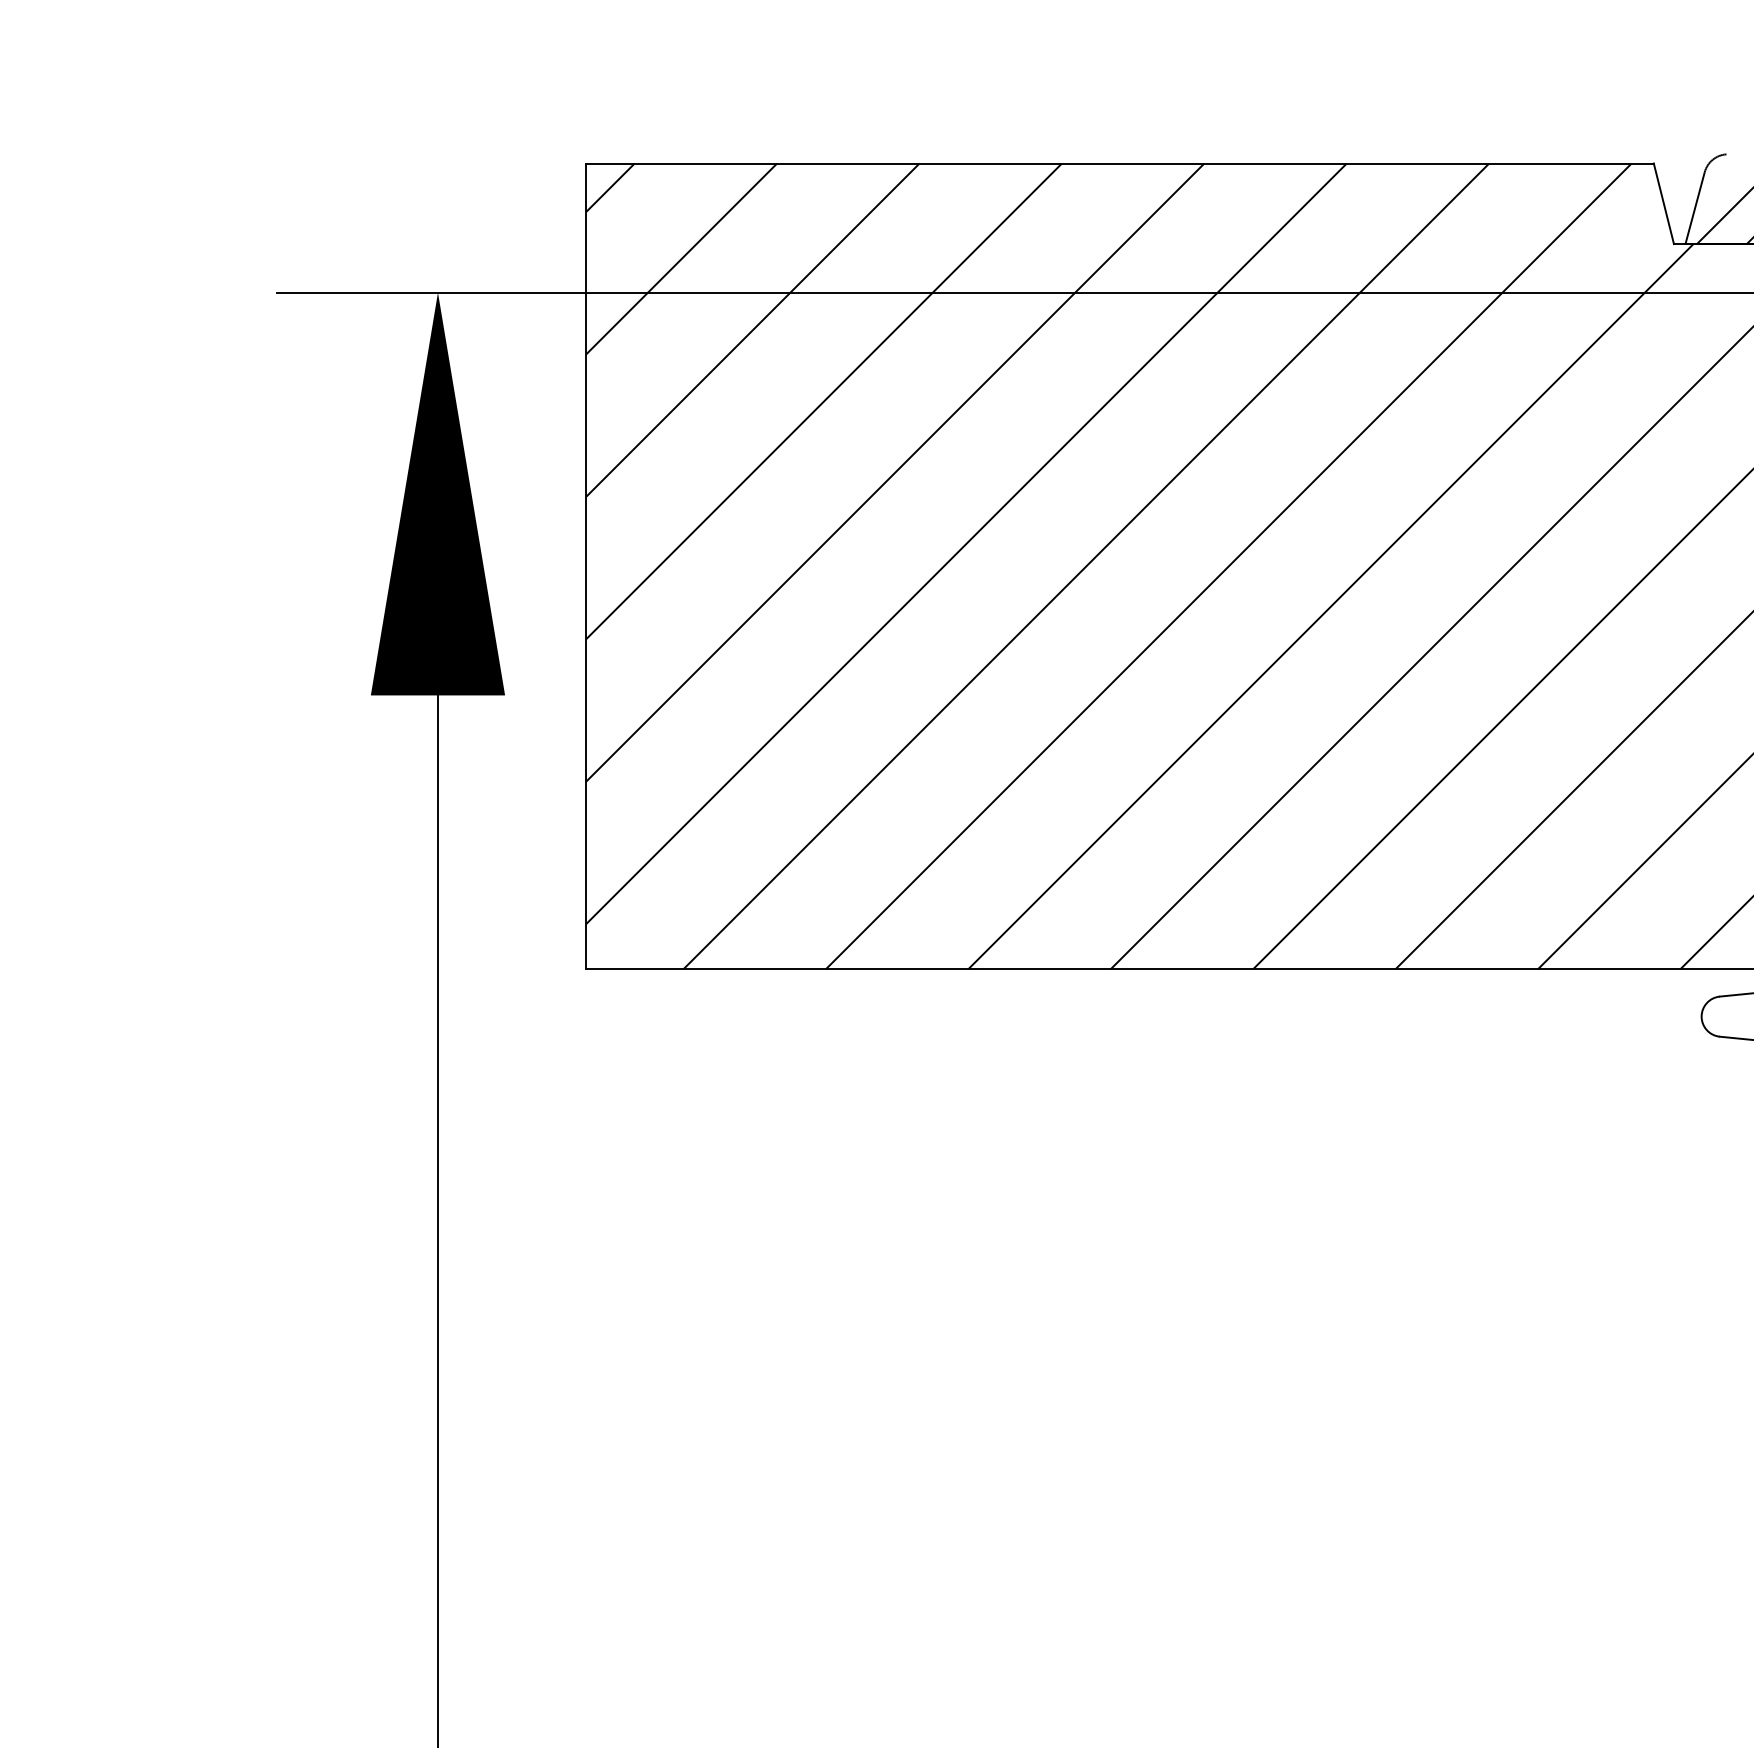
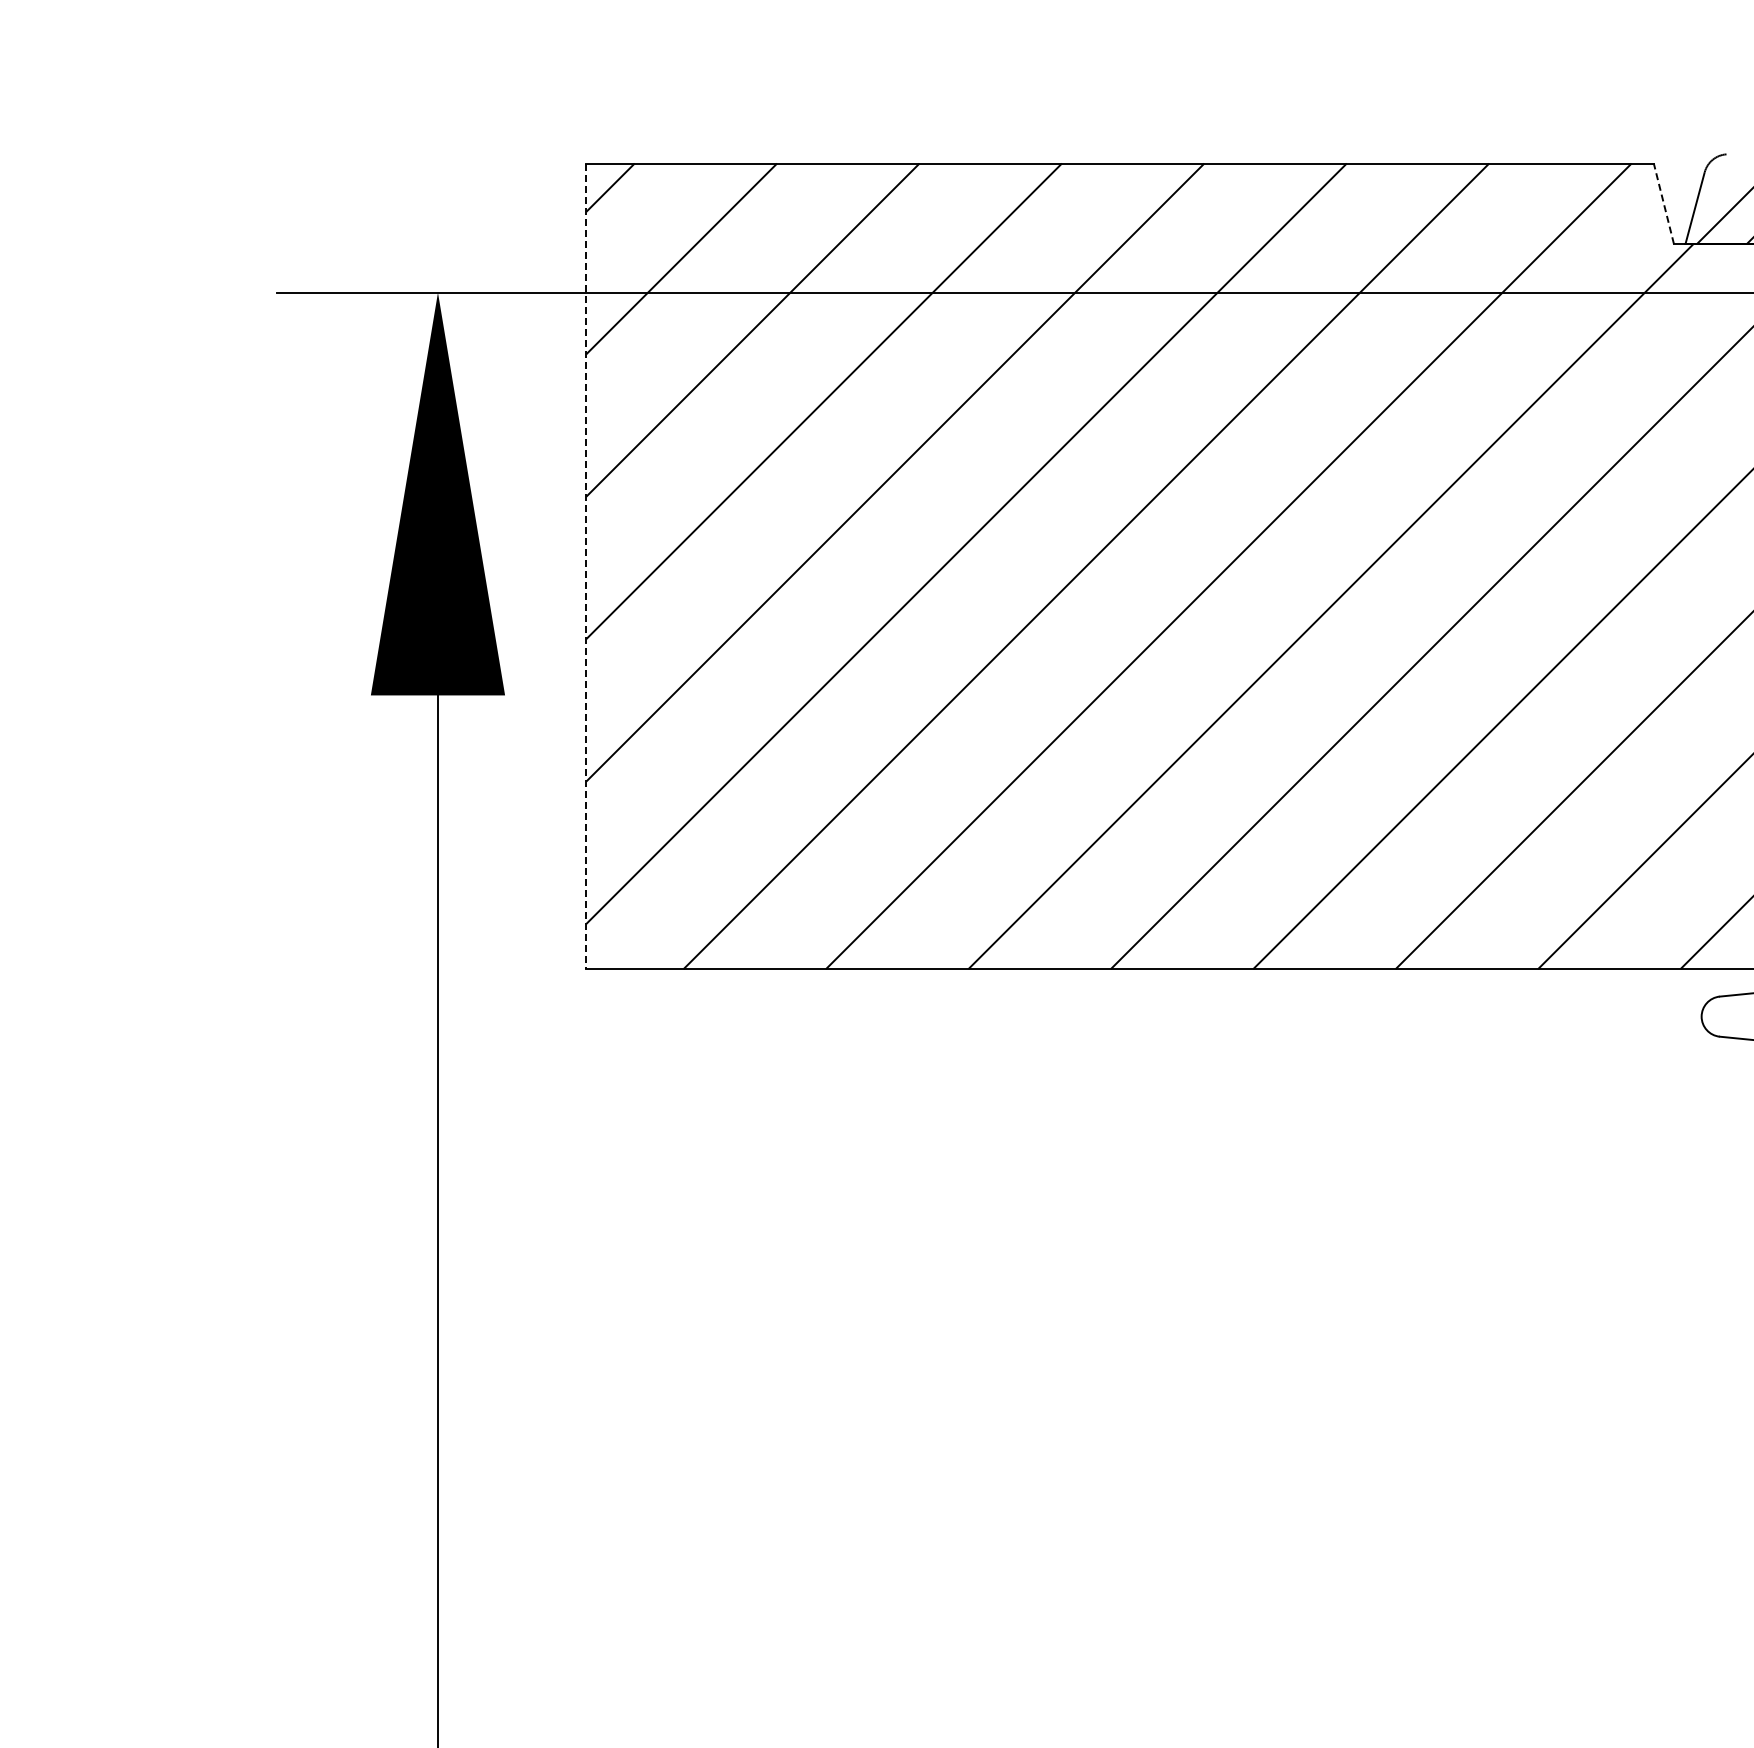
line at (1663, 203): solid -> dashed
line at (586, 566): solid -> dashed
